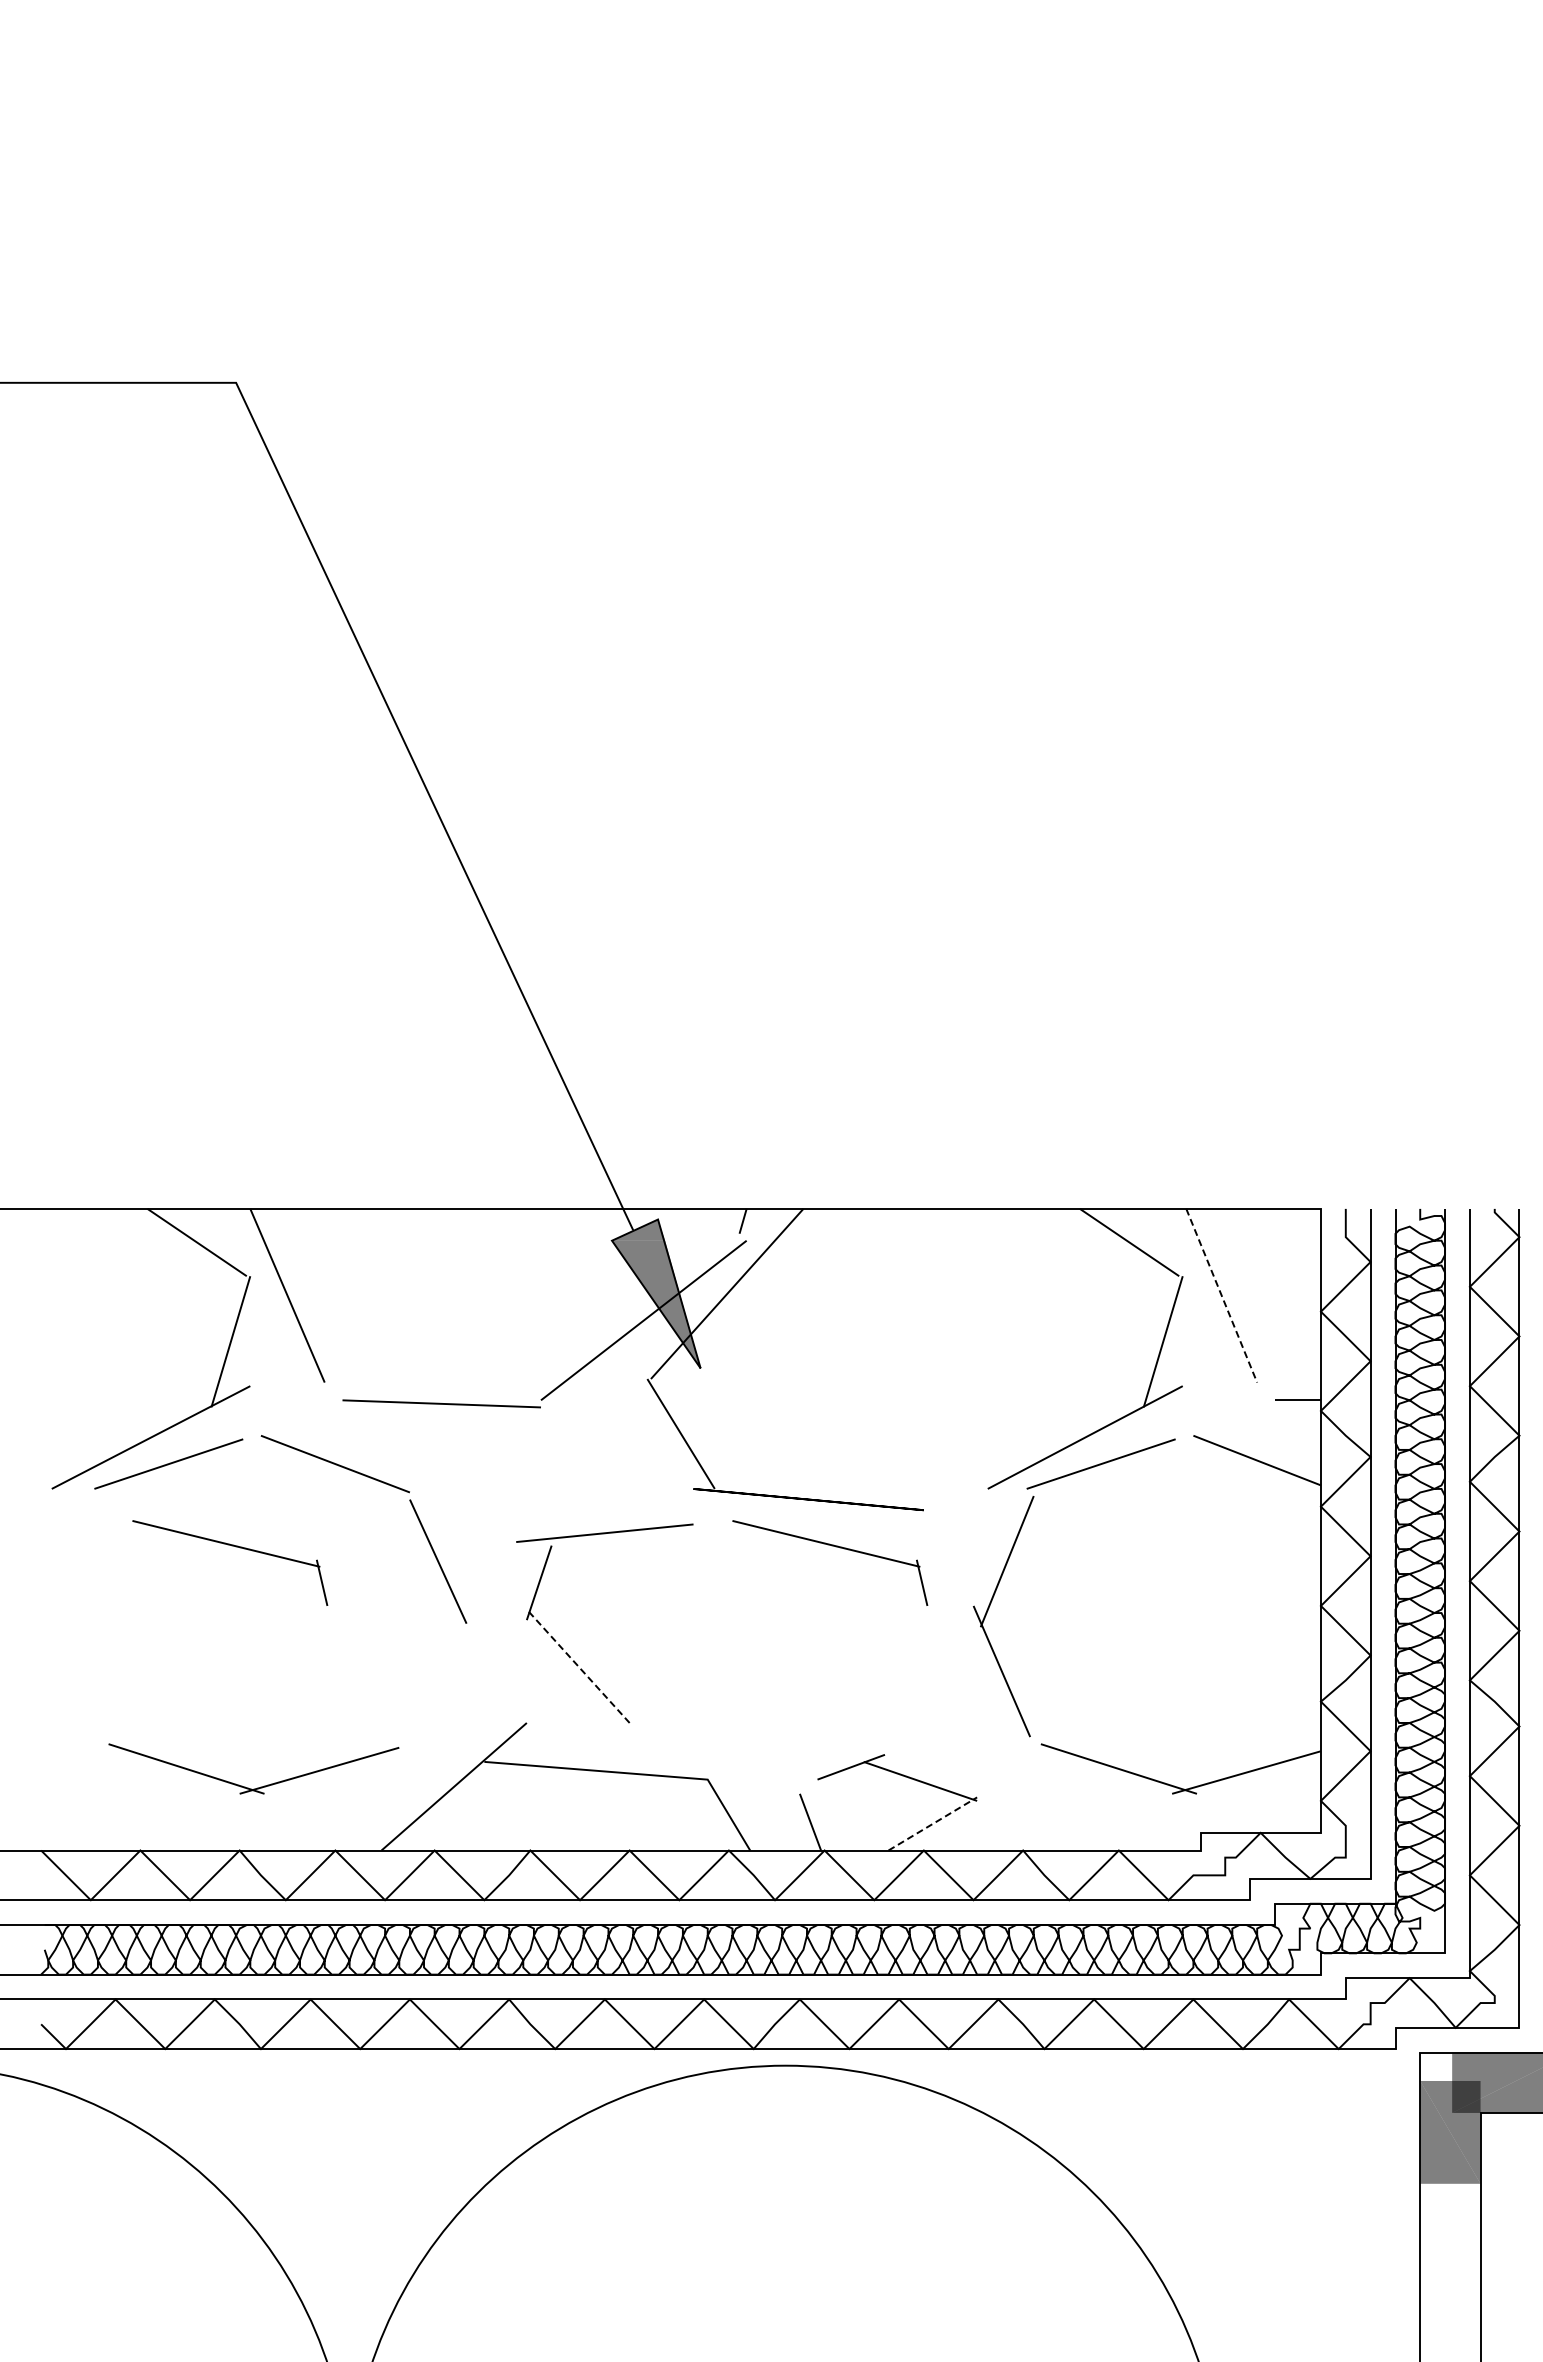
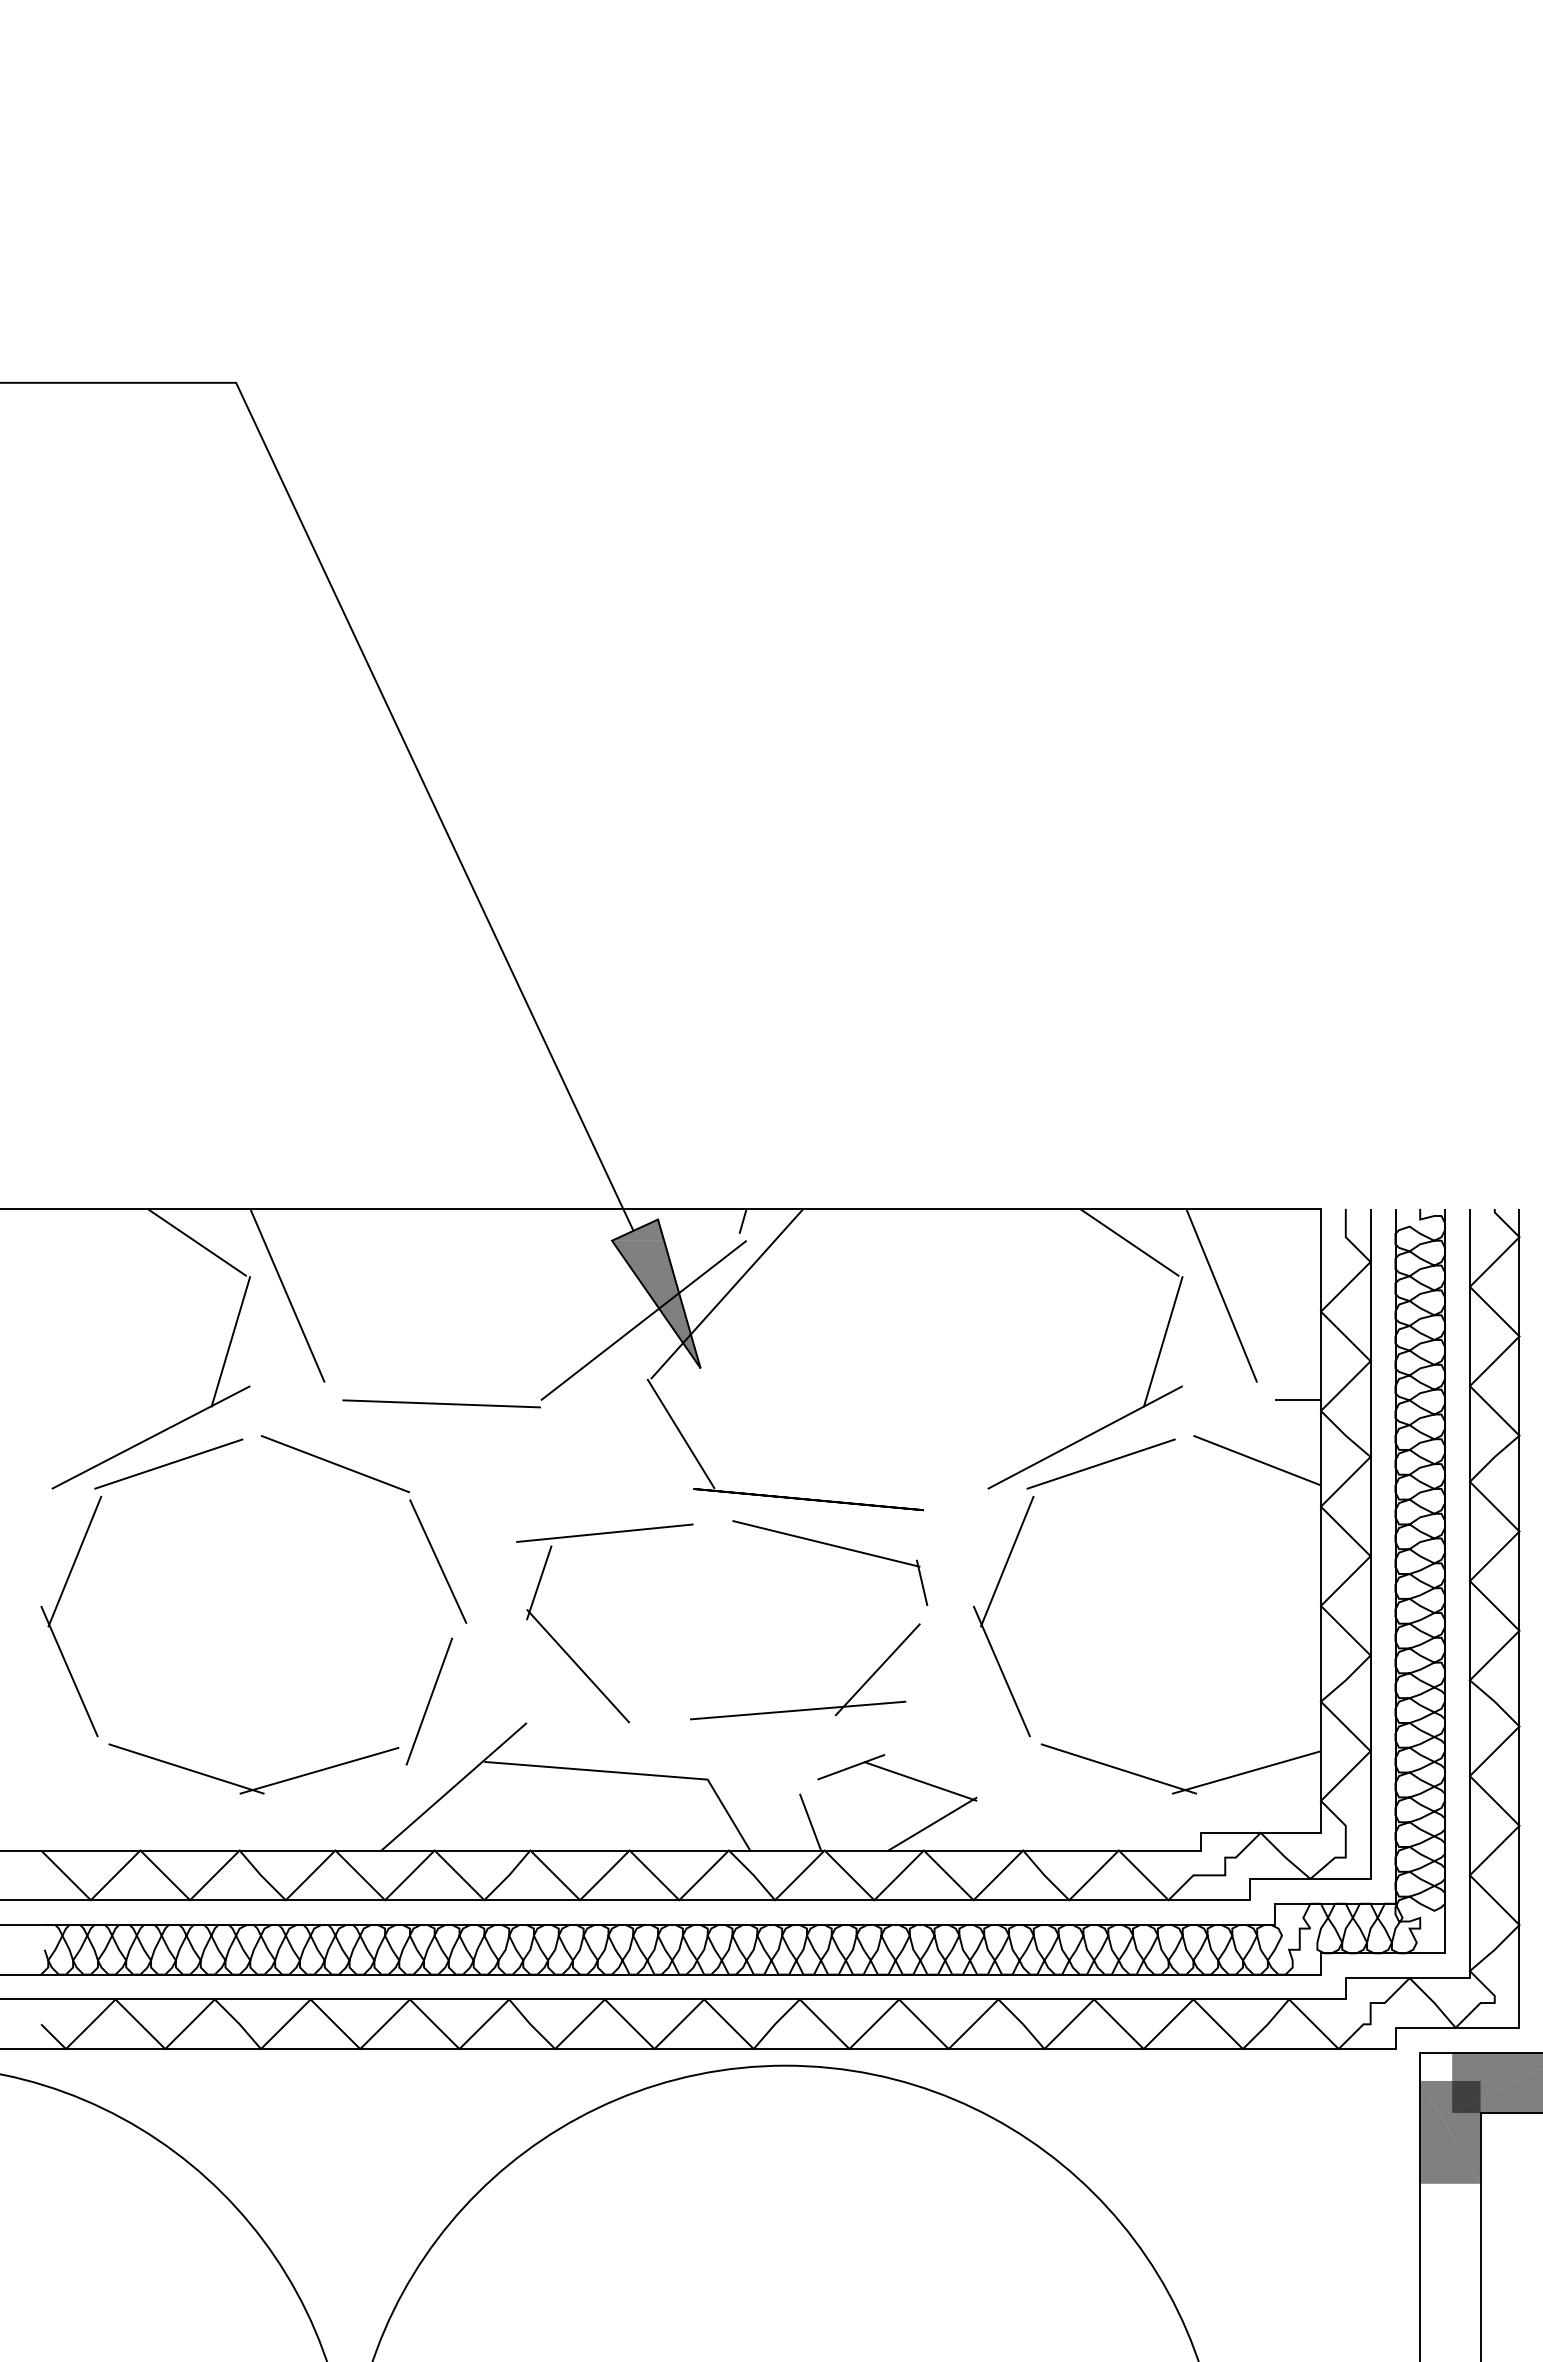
line at (1221, 1295): dashed -> solid
part at (235, 1547): present -> none
part at (55, 1612): none -> present
line at (578, 1666): dashed -> solid
line at (429, 1701): none -> present
part at (807, 1708): none -> present
line at (932, 1823): dashed -> solid
